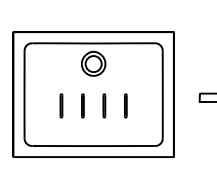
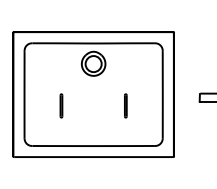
line at (82, 105): present -> none
line at (104, 105): present -> none
